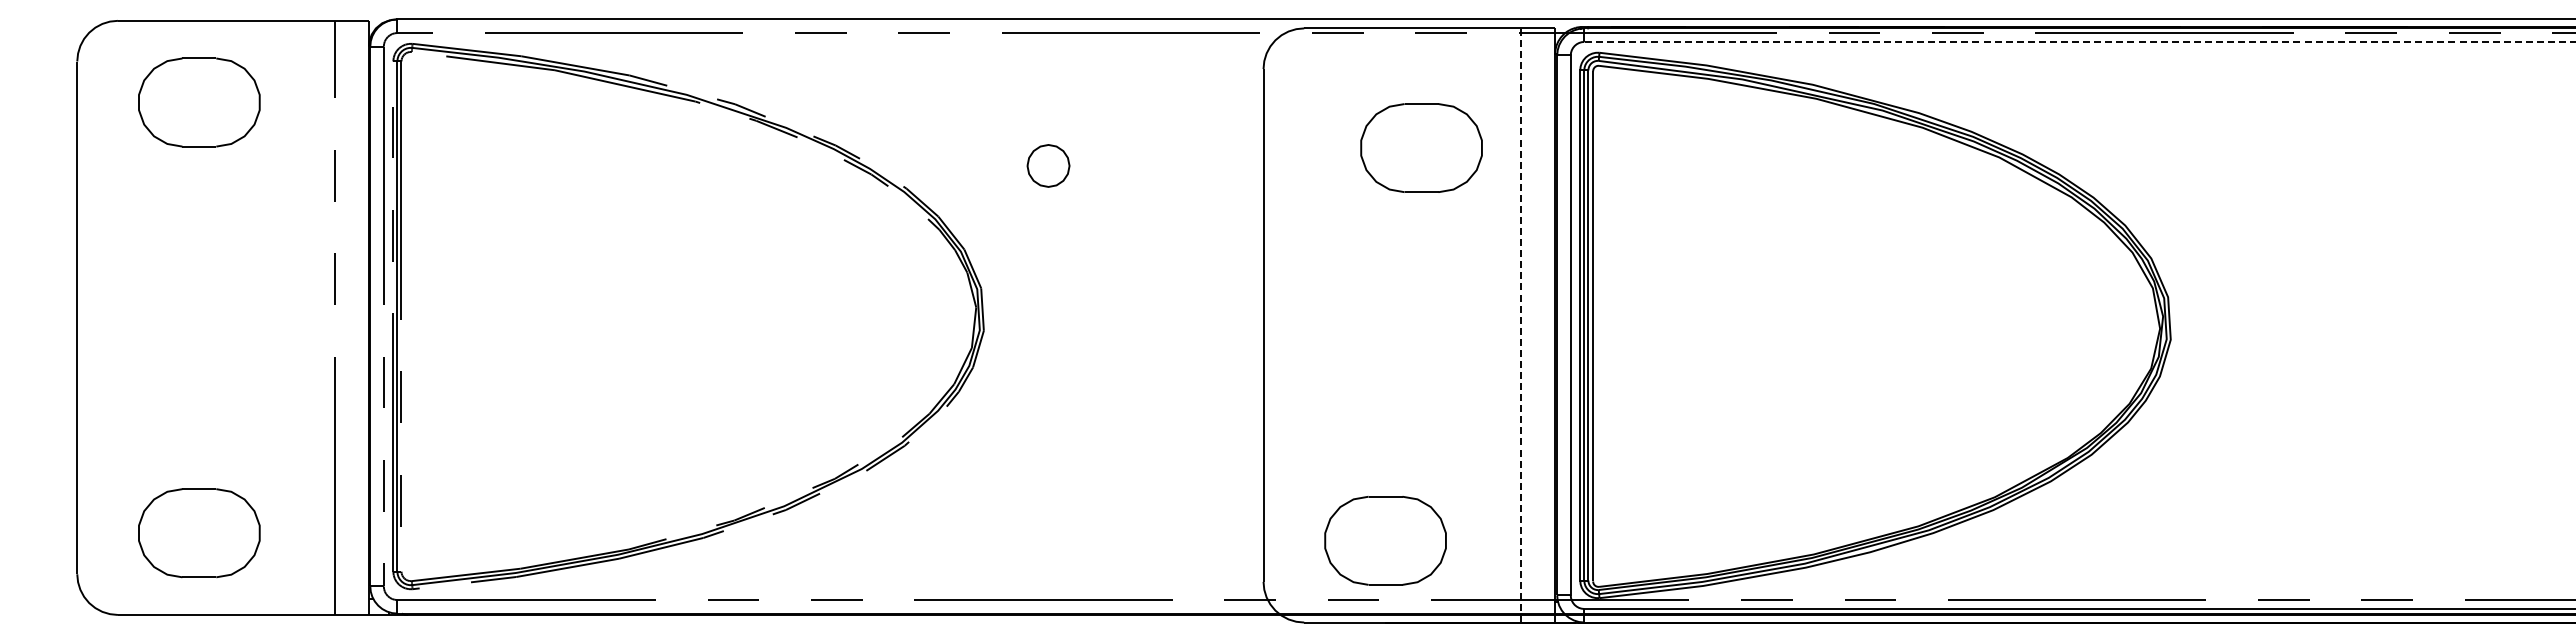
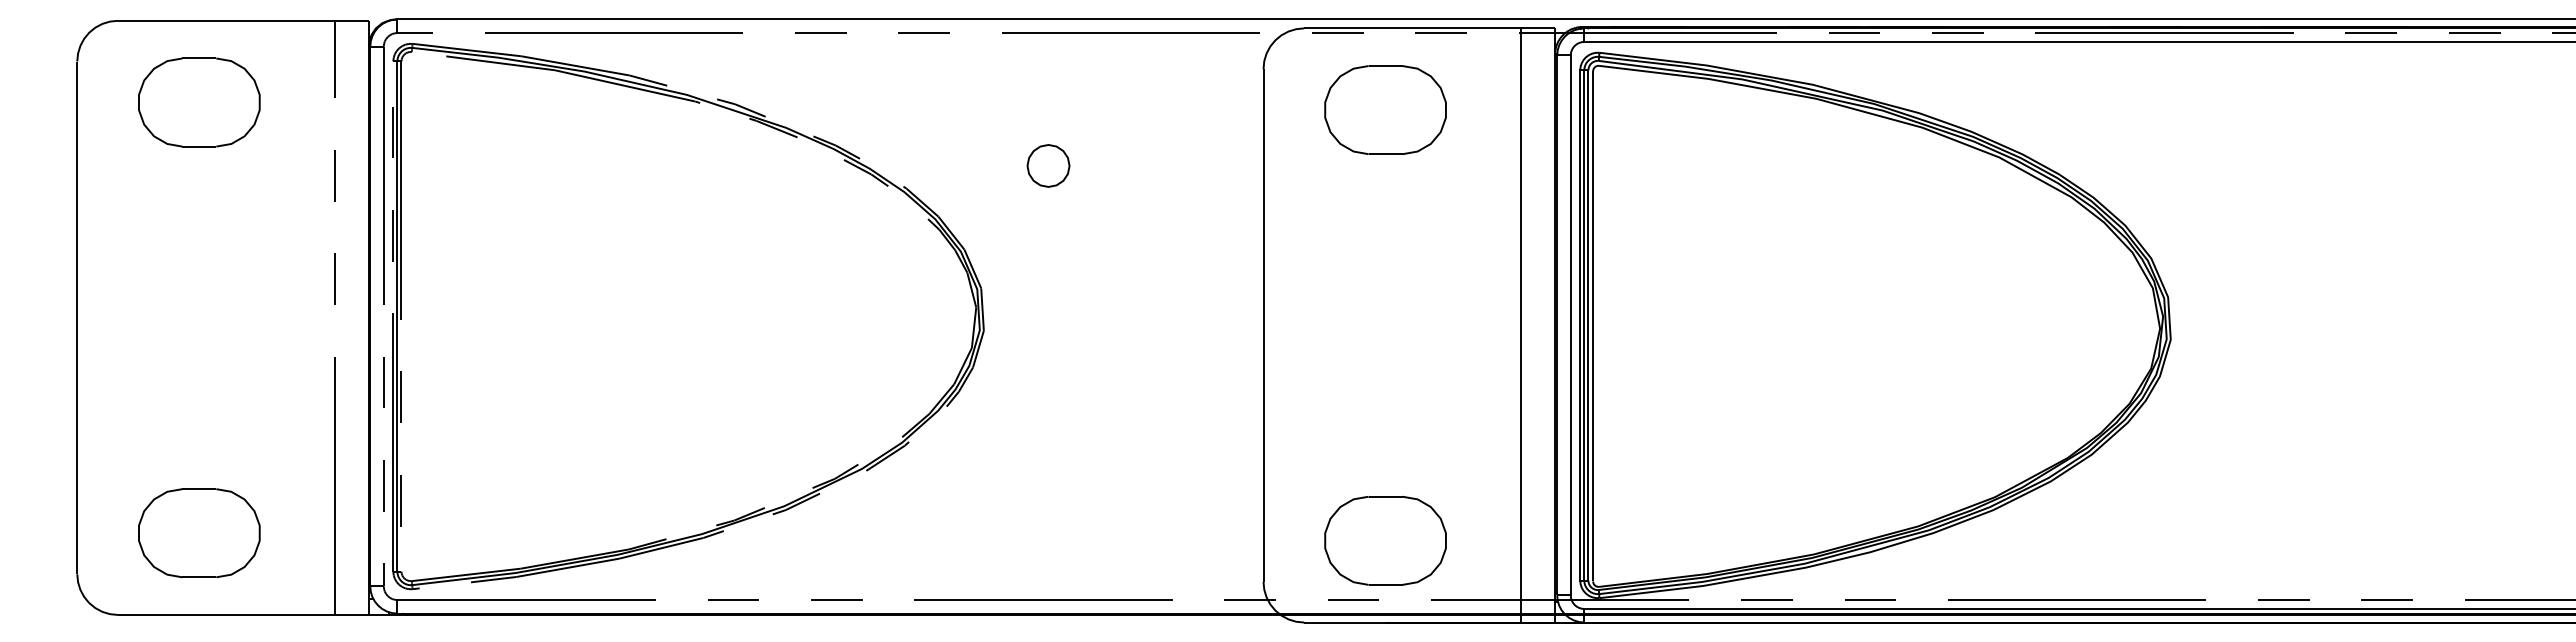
line at (2079, 41): dashed -> solid
part at (1421, 147) position: (1421, 147) -> (1385, 109)
line at (1521, 324): dashed -> solid
